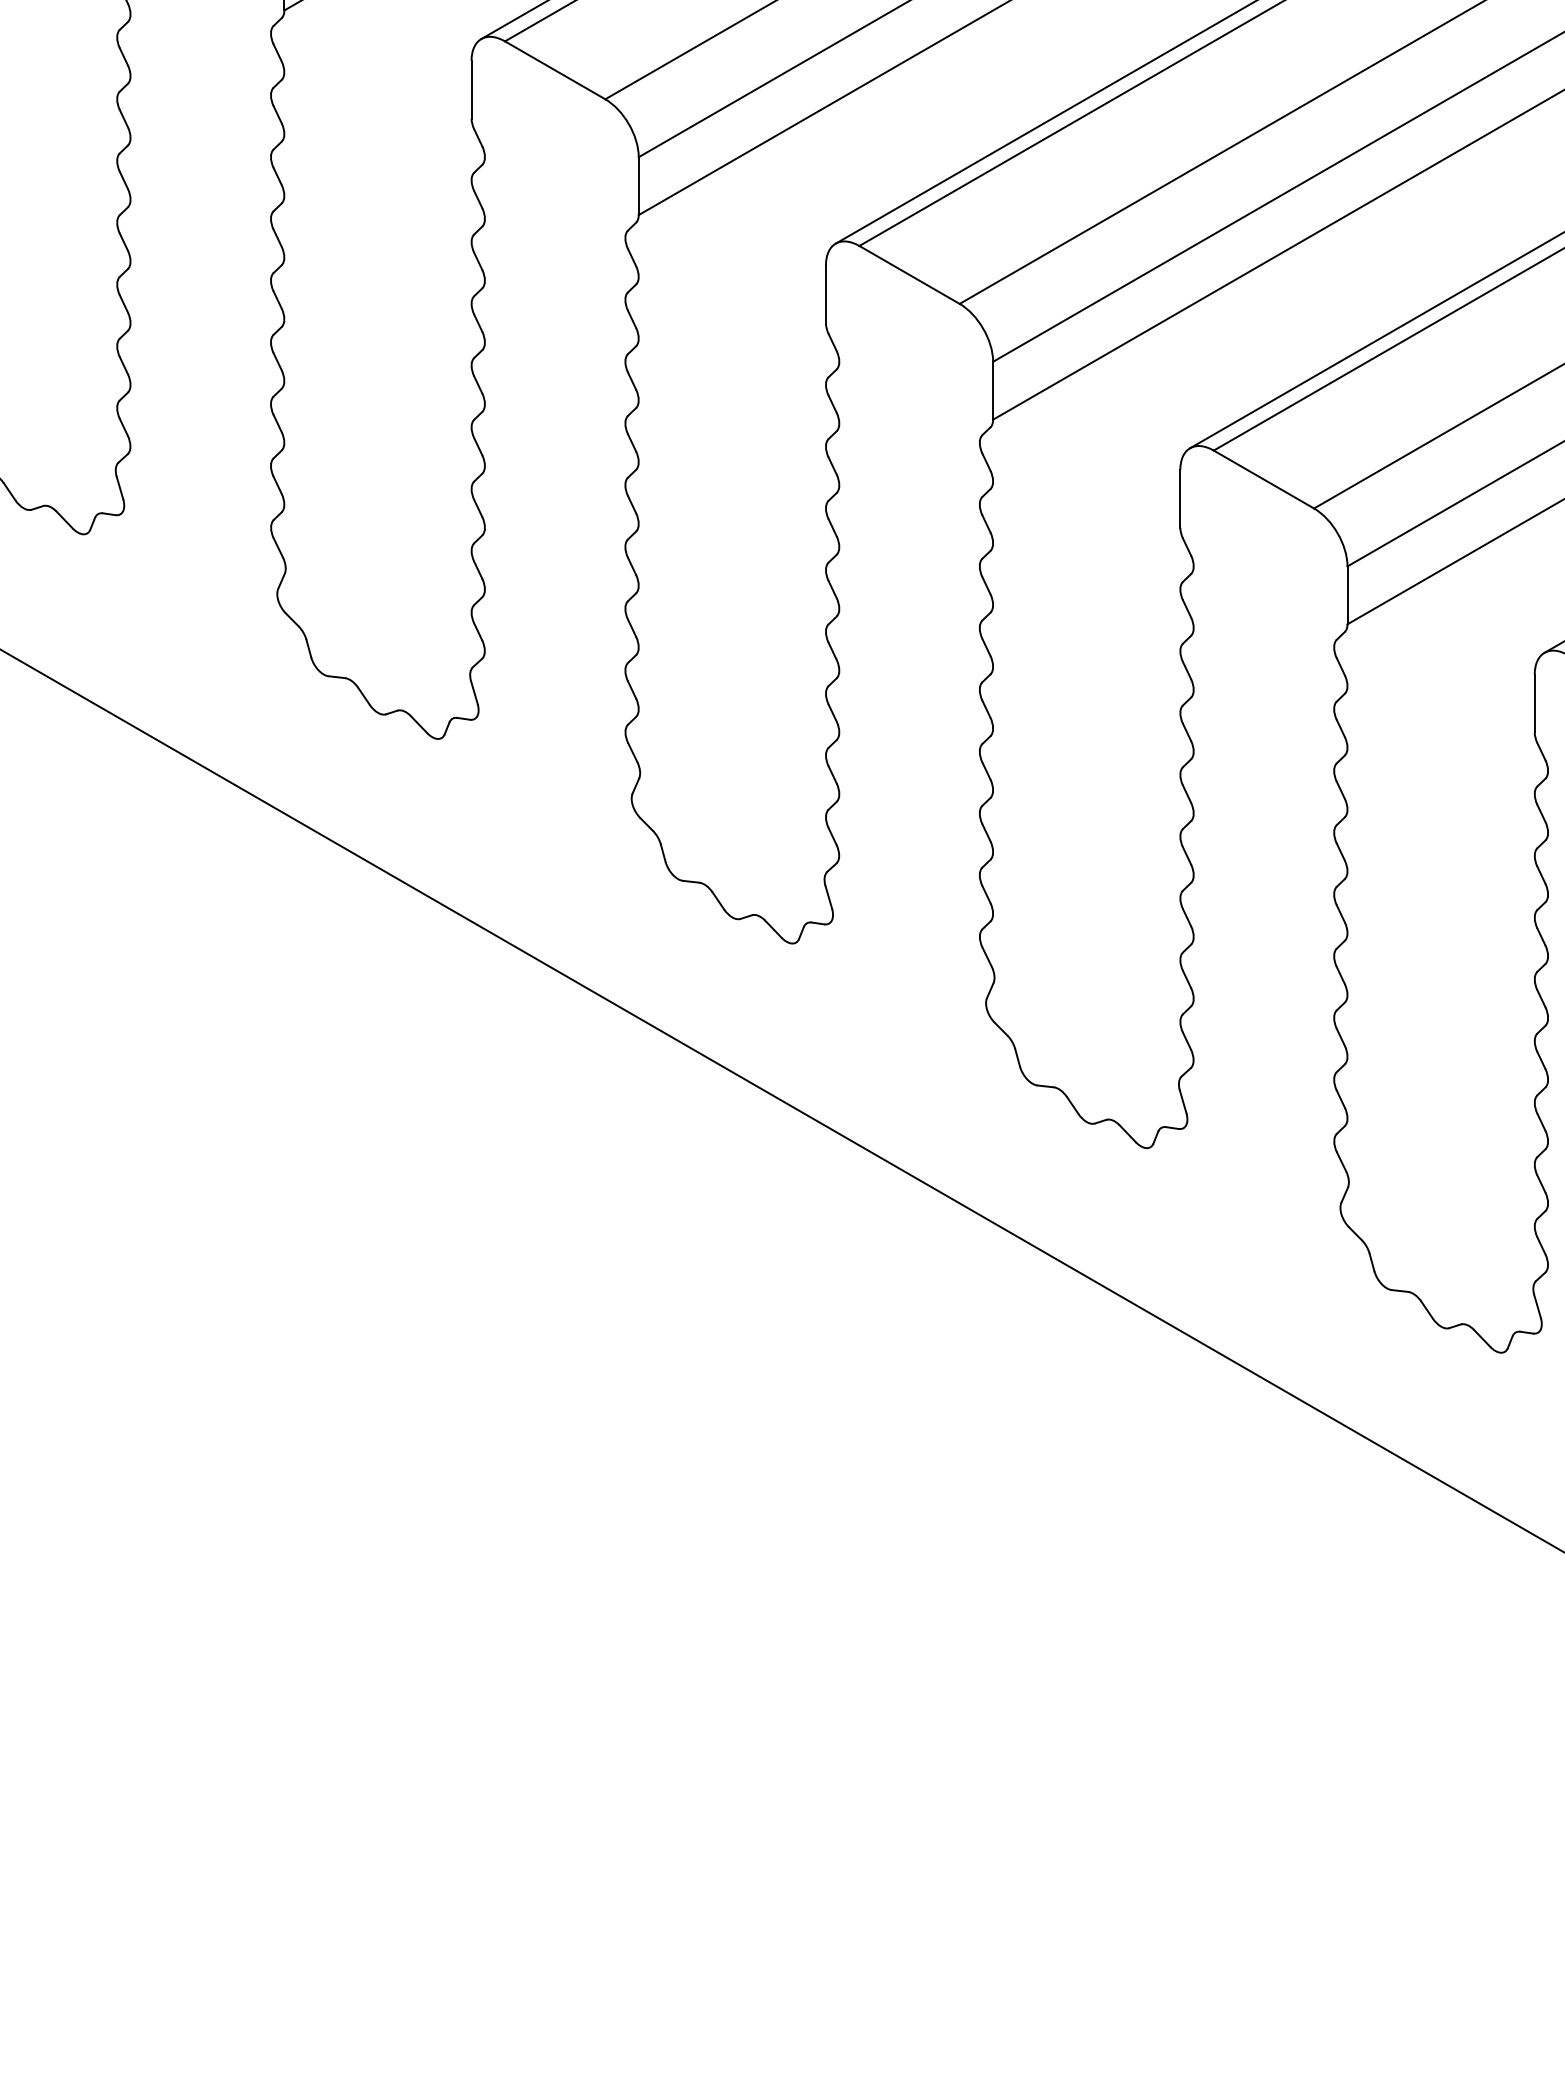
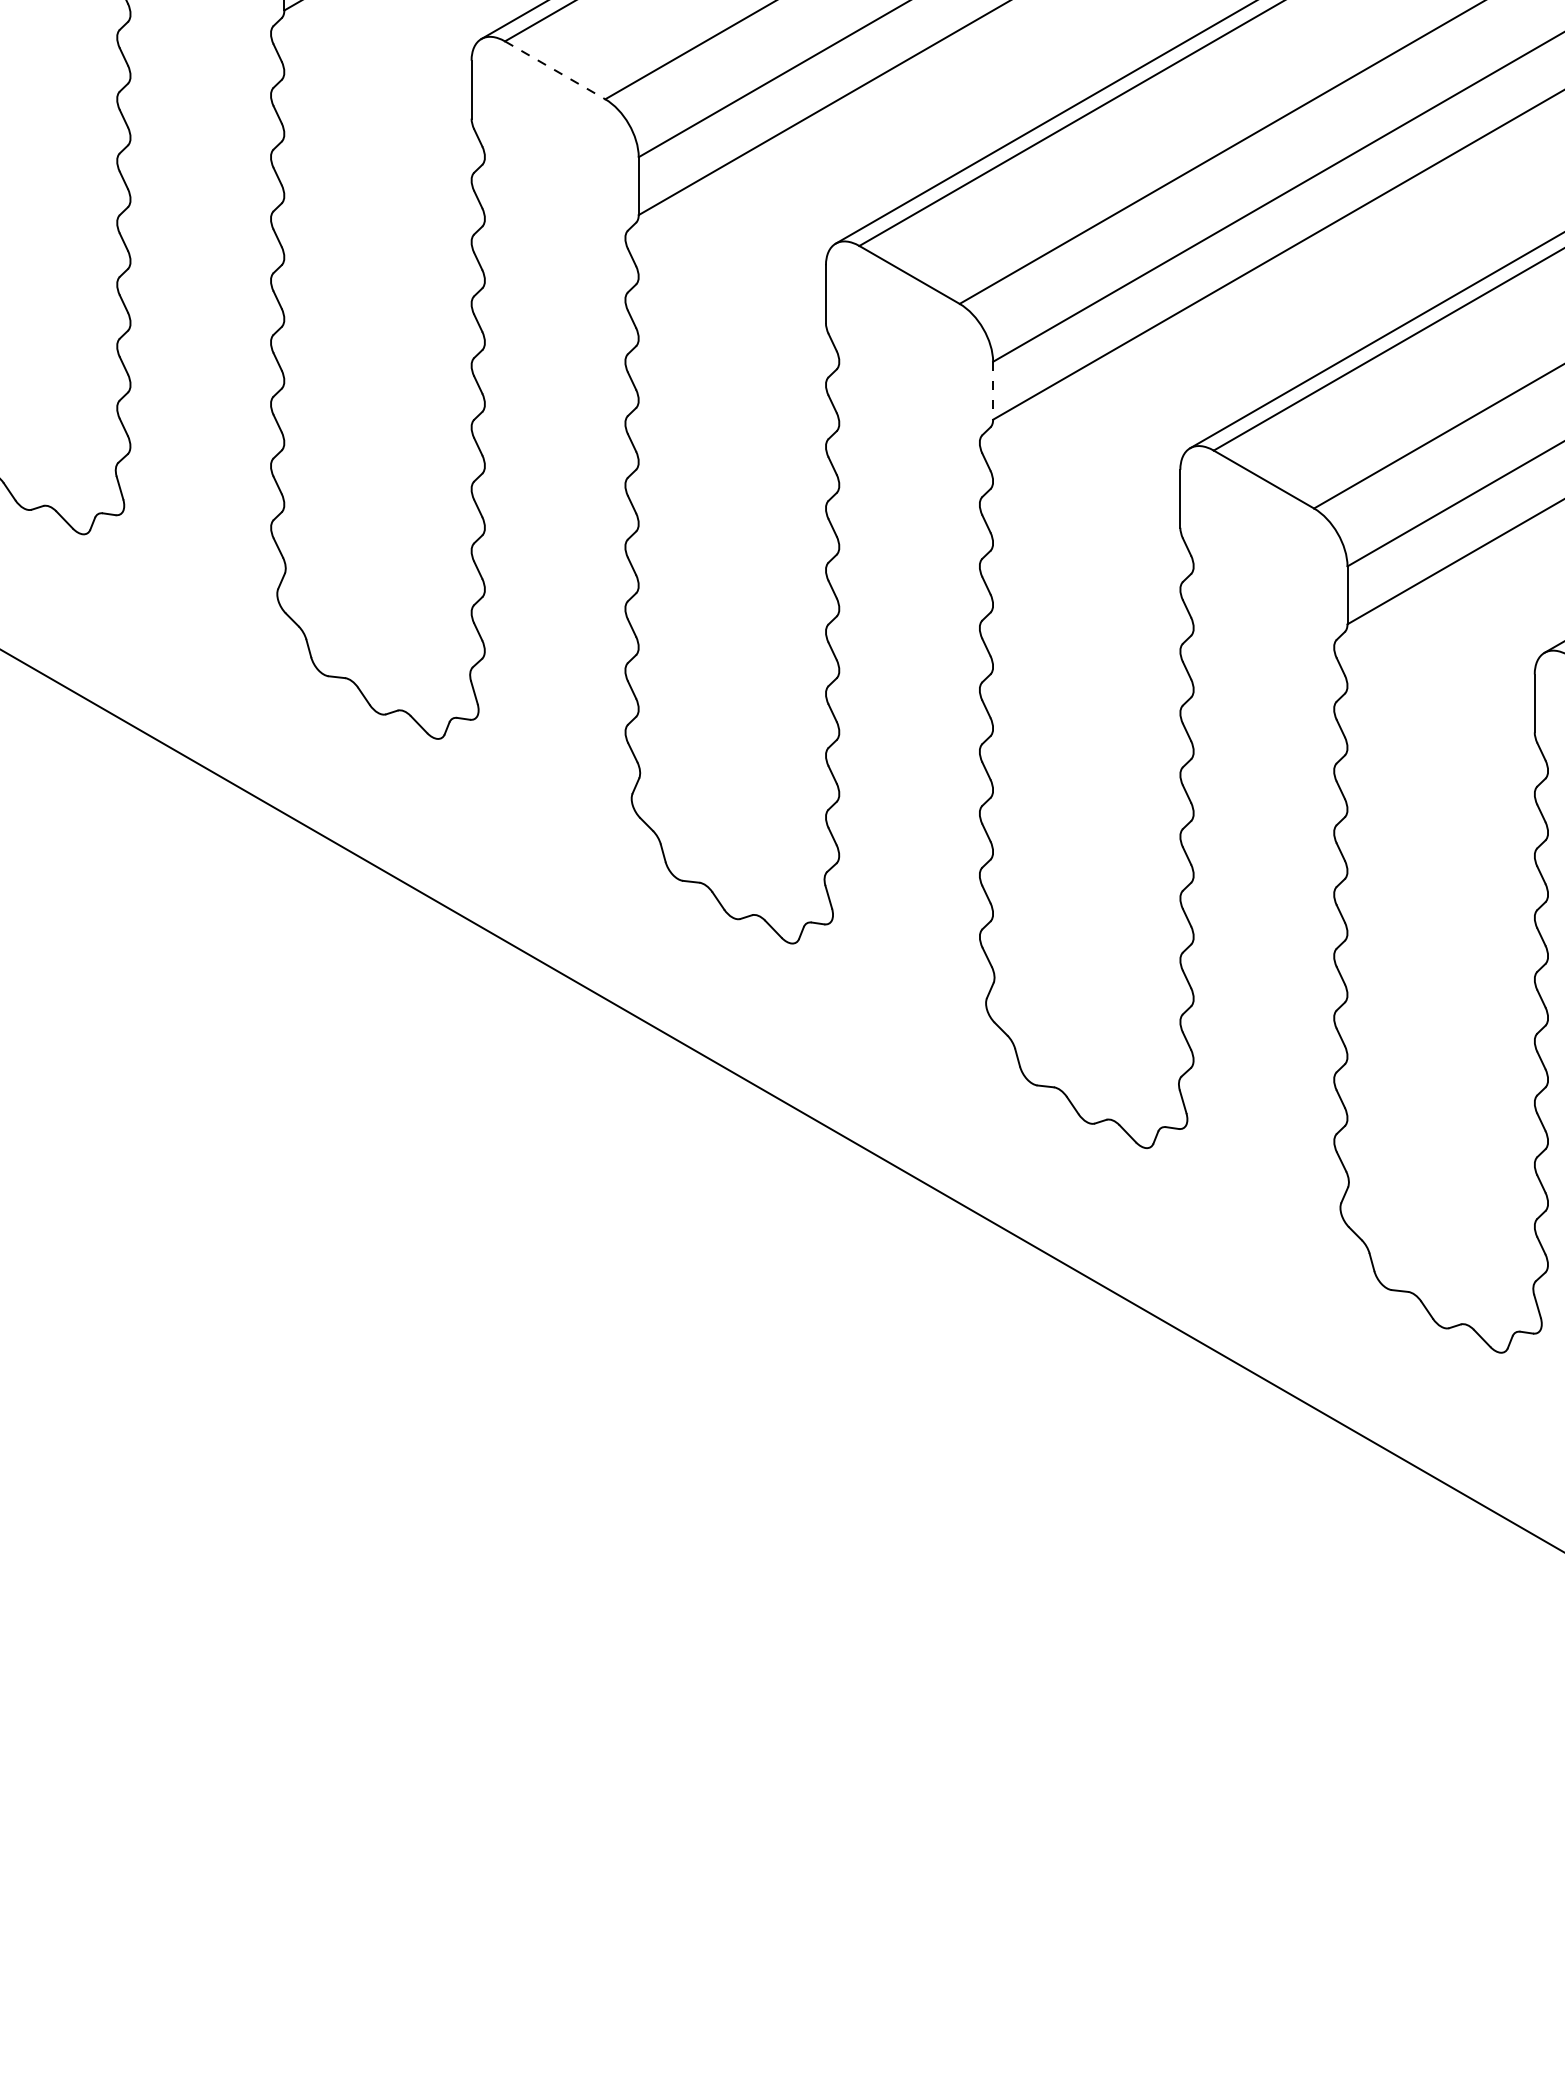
line at (555, 70): solid -> dashed
line at (993, 390): solid -> dashed
